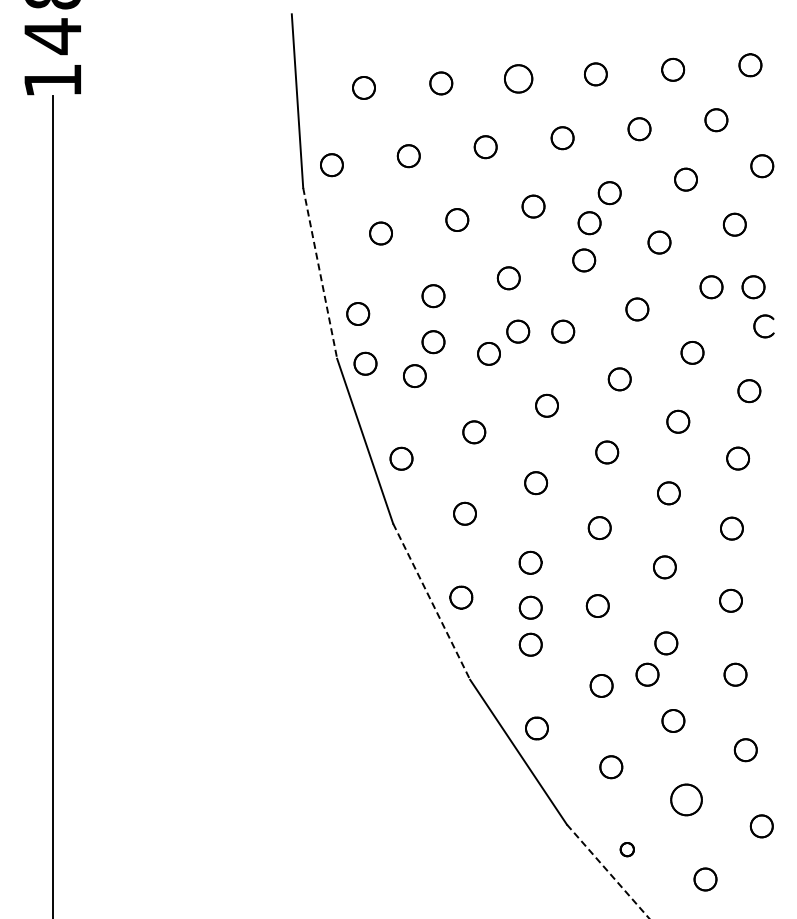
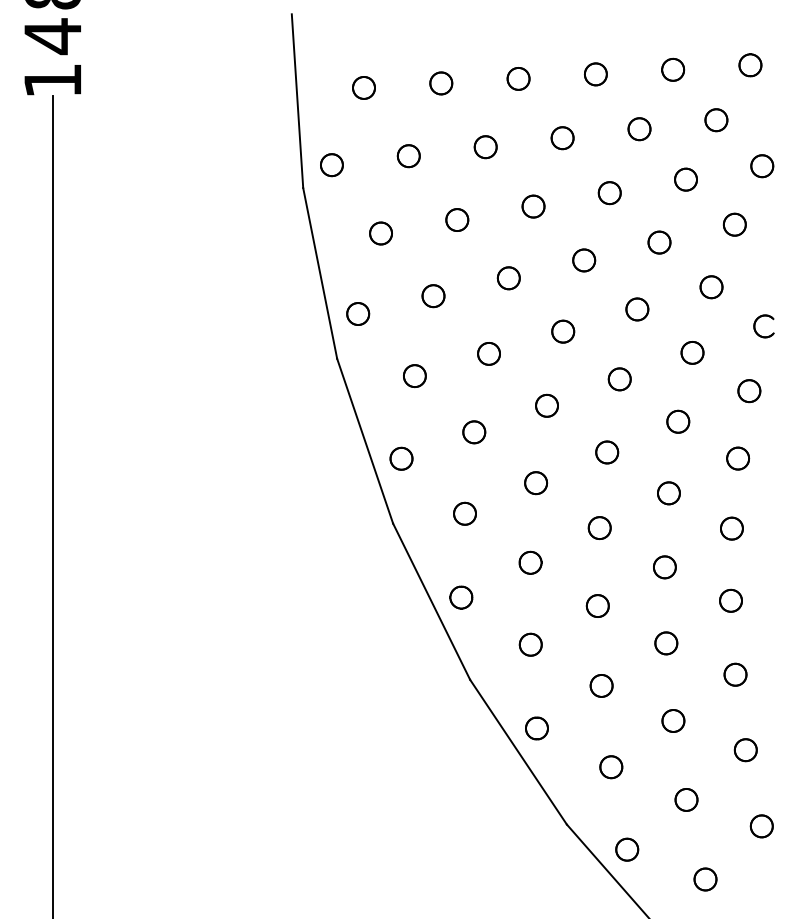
part at (518, 78) size: 30x30 px -> 25x24 px
part at (589, 223): present -> none
line at (320, 273): dashed -> solid
part at (753, 287): present -> none
part at (518, 331): present -> none
part at (433, 342): present -> none
part at (365, 363): present -> none
line at (431, 602): dashed -> solid
part at (530, 607): present -> none
part at (647, 674): present -> none
part at (686, 799) size: 33x34 px -> 25x24 px
part at (626, 849) size: 16x16 px -> 25x25 px
line at (608, 871): dashed -> solid
